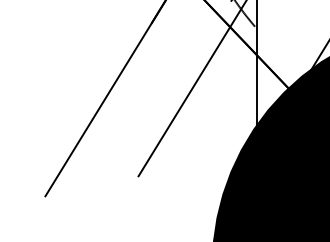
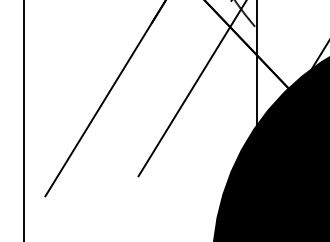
line at (23, 120): none -> present
